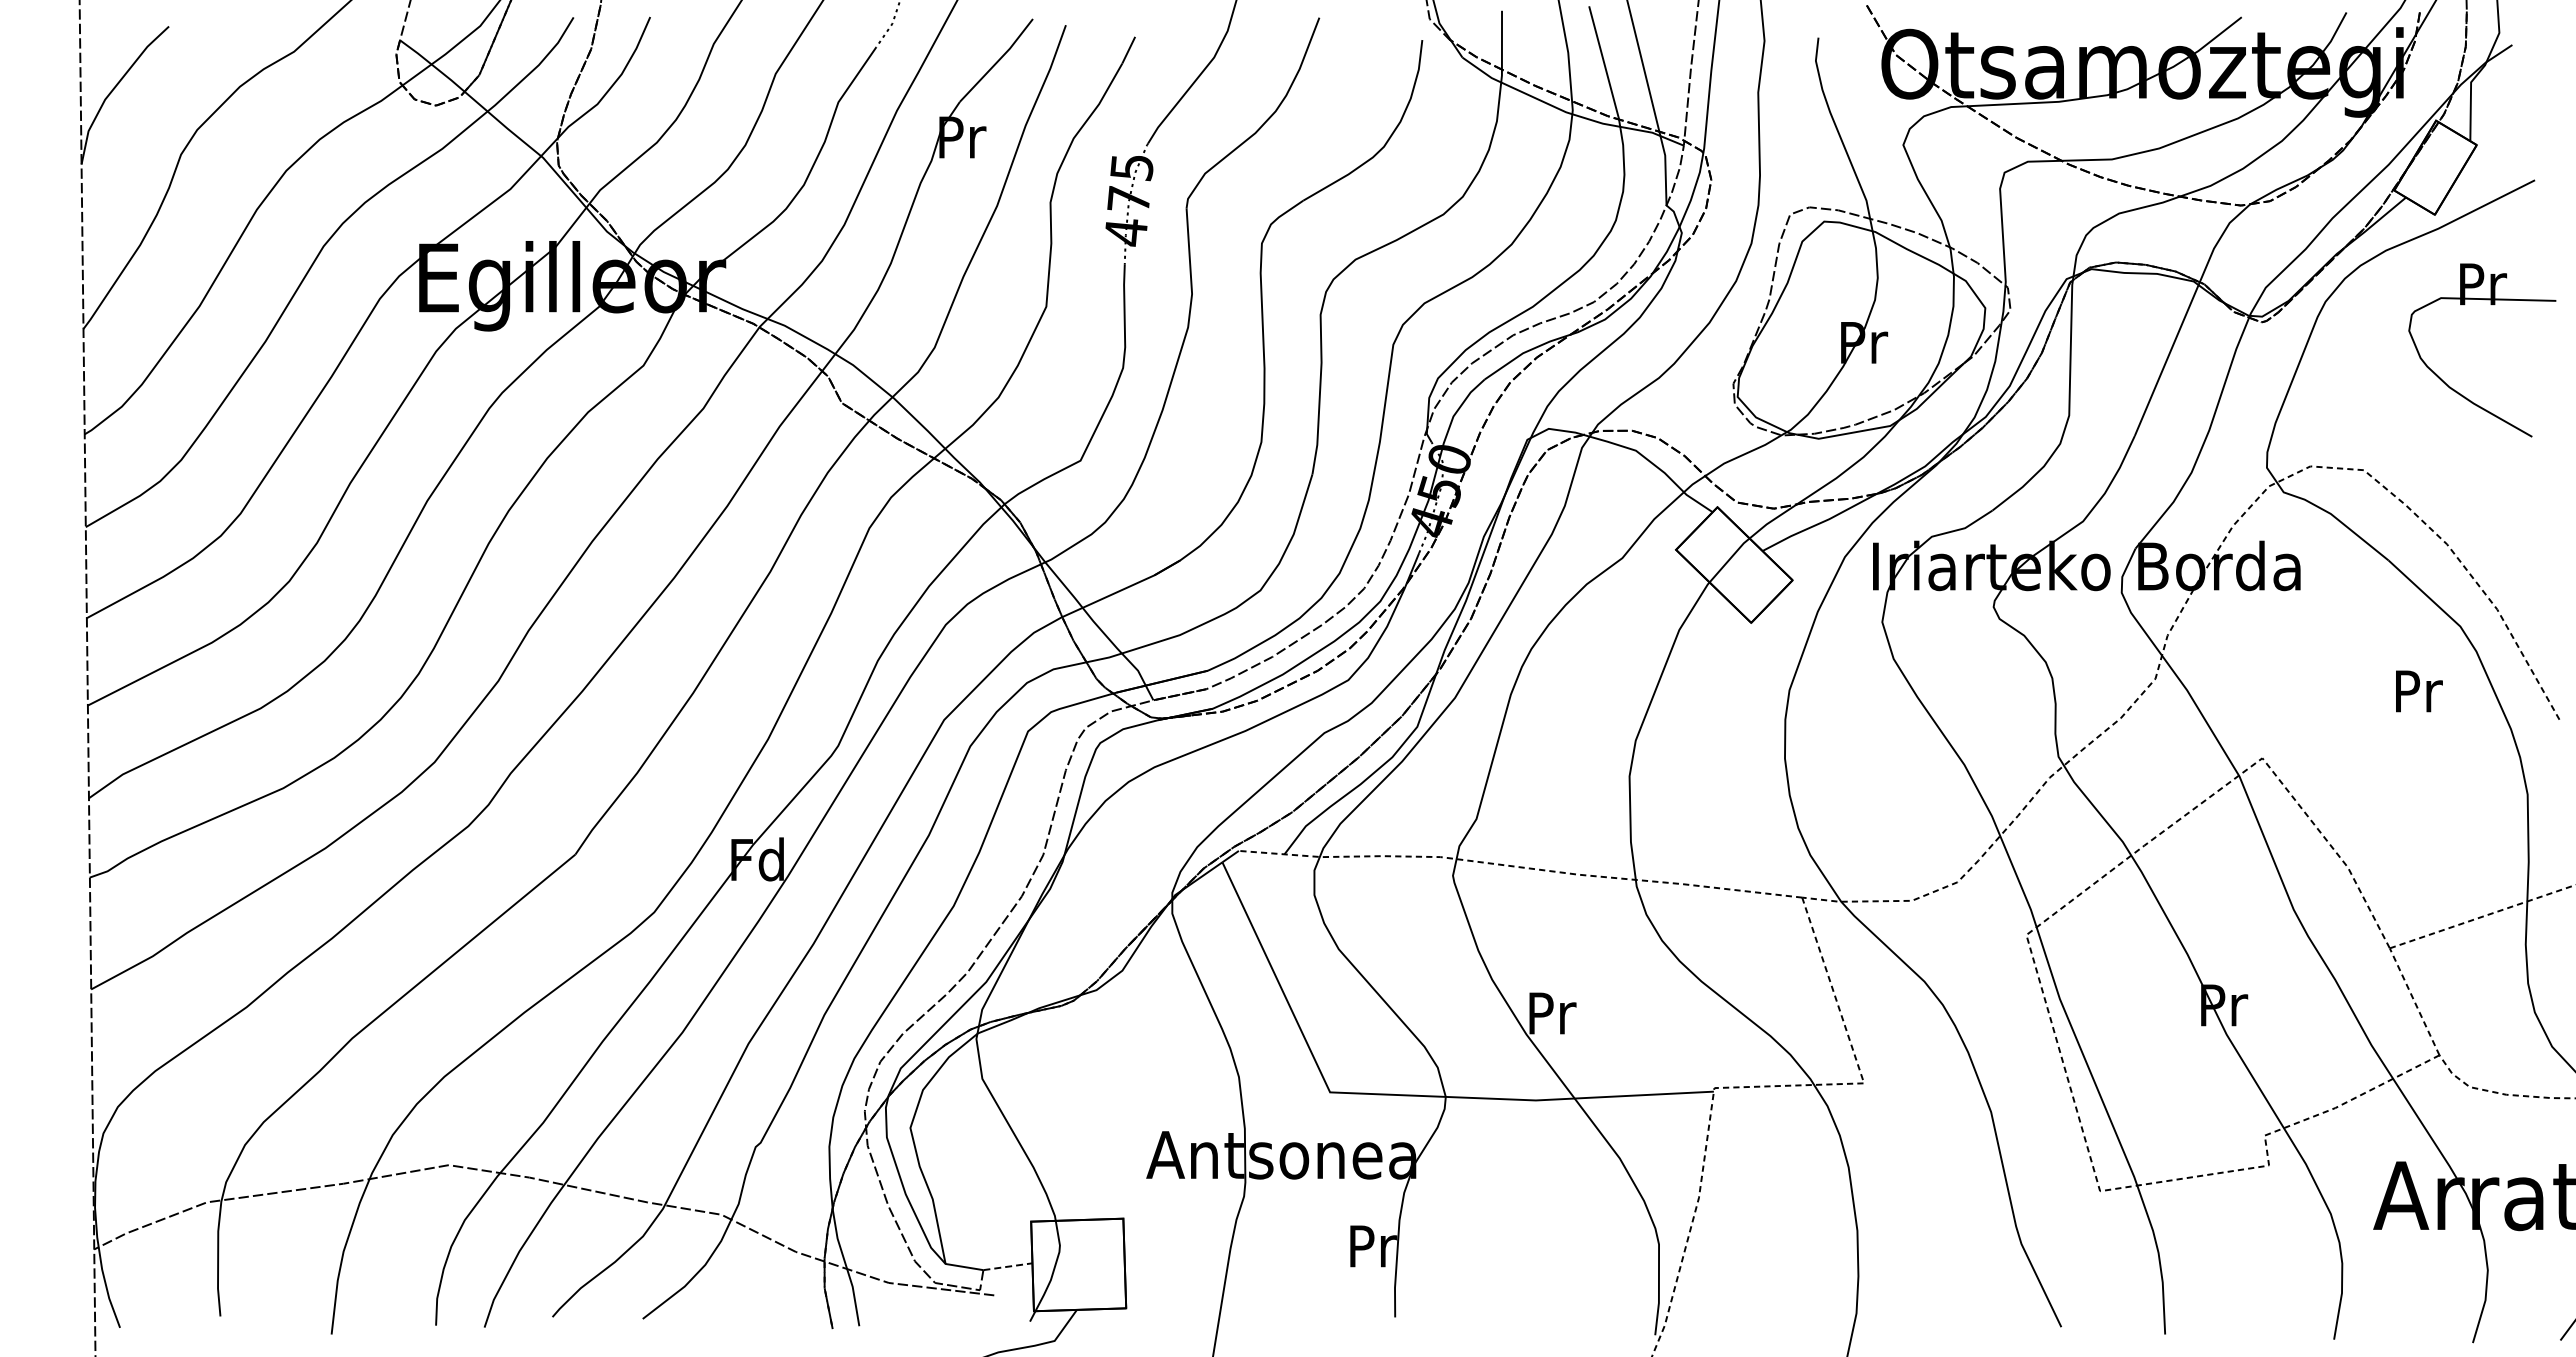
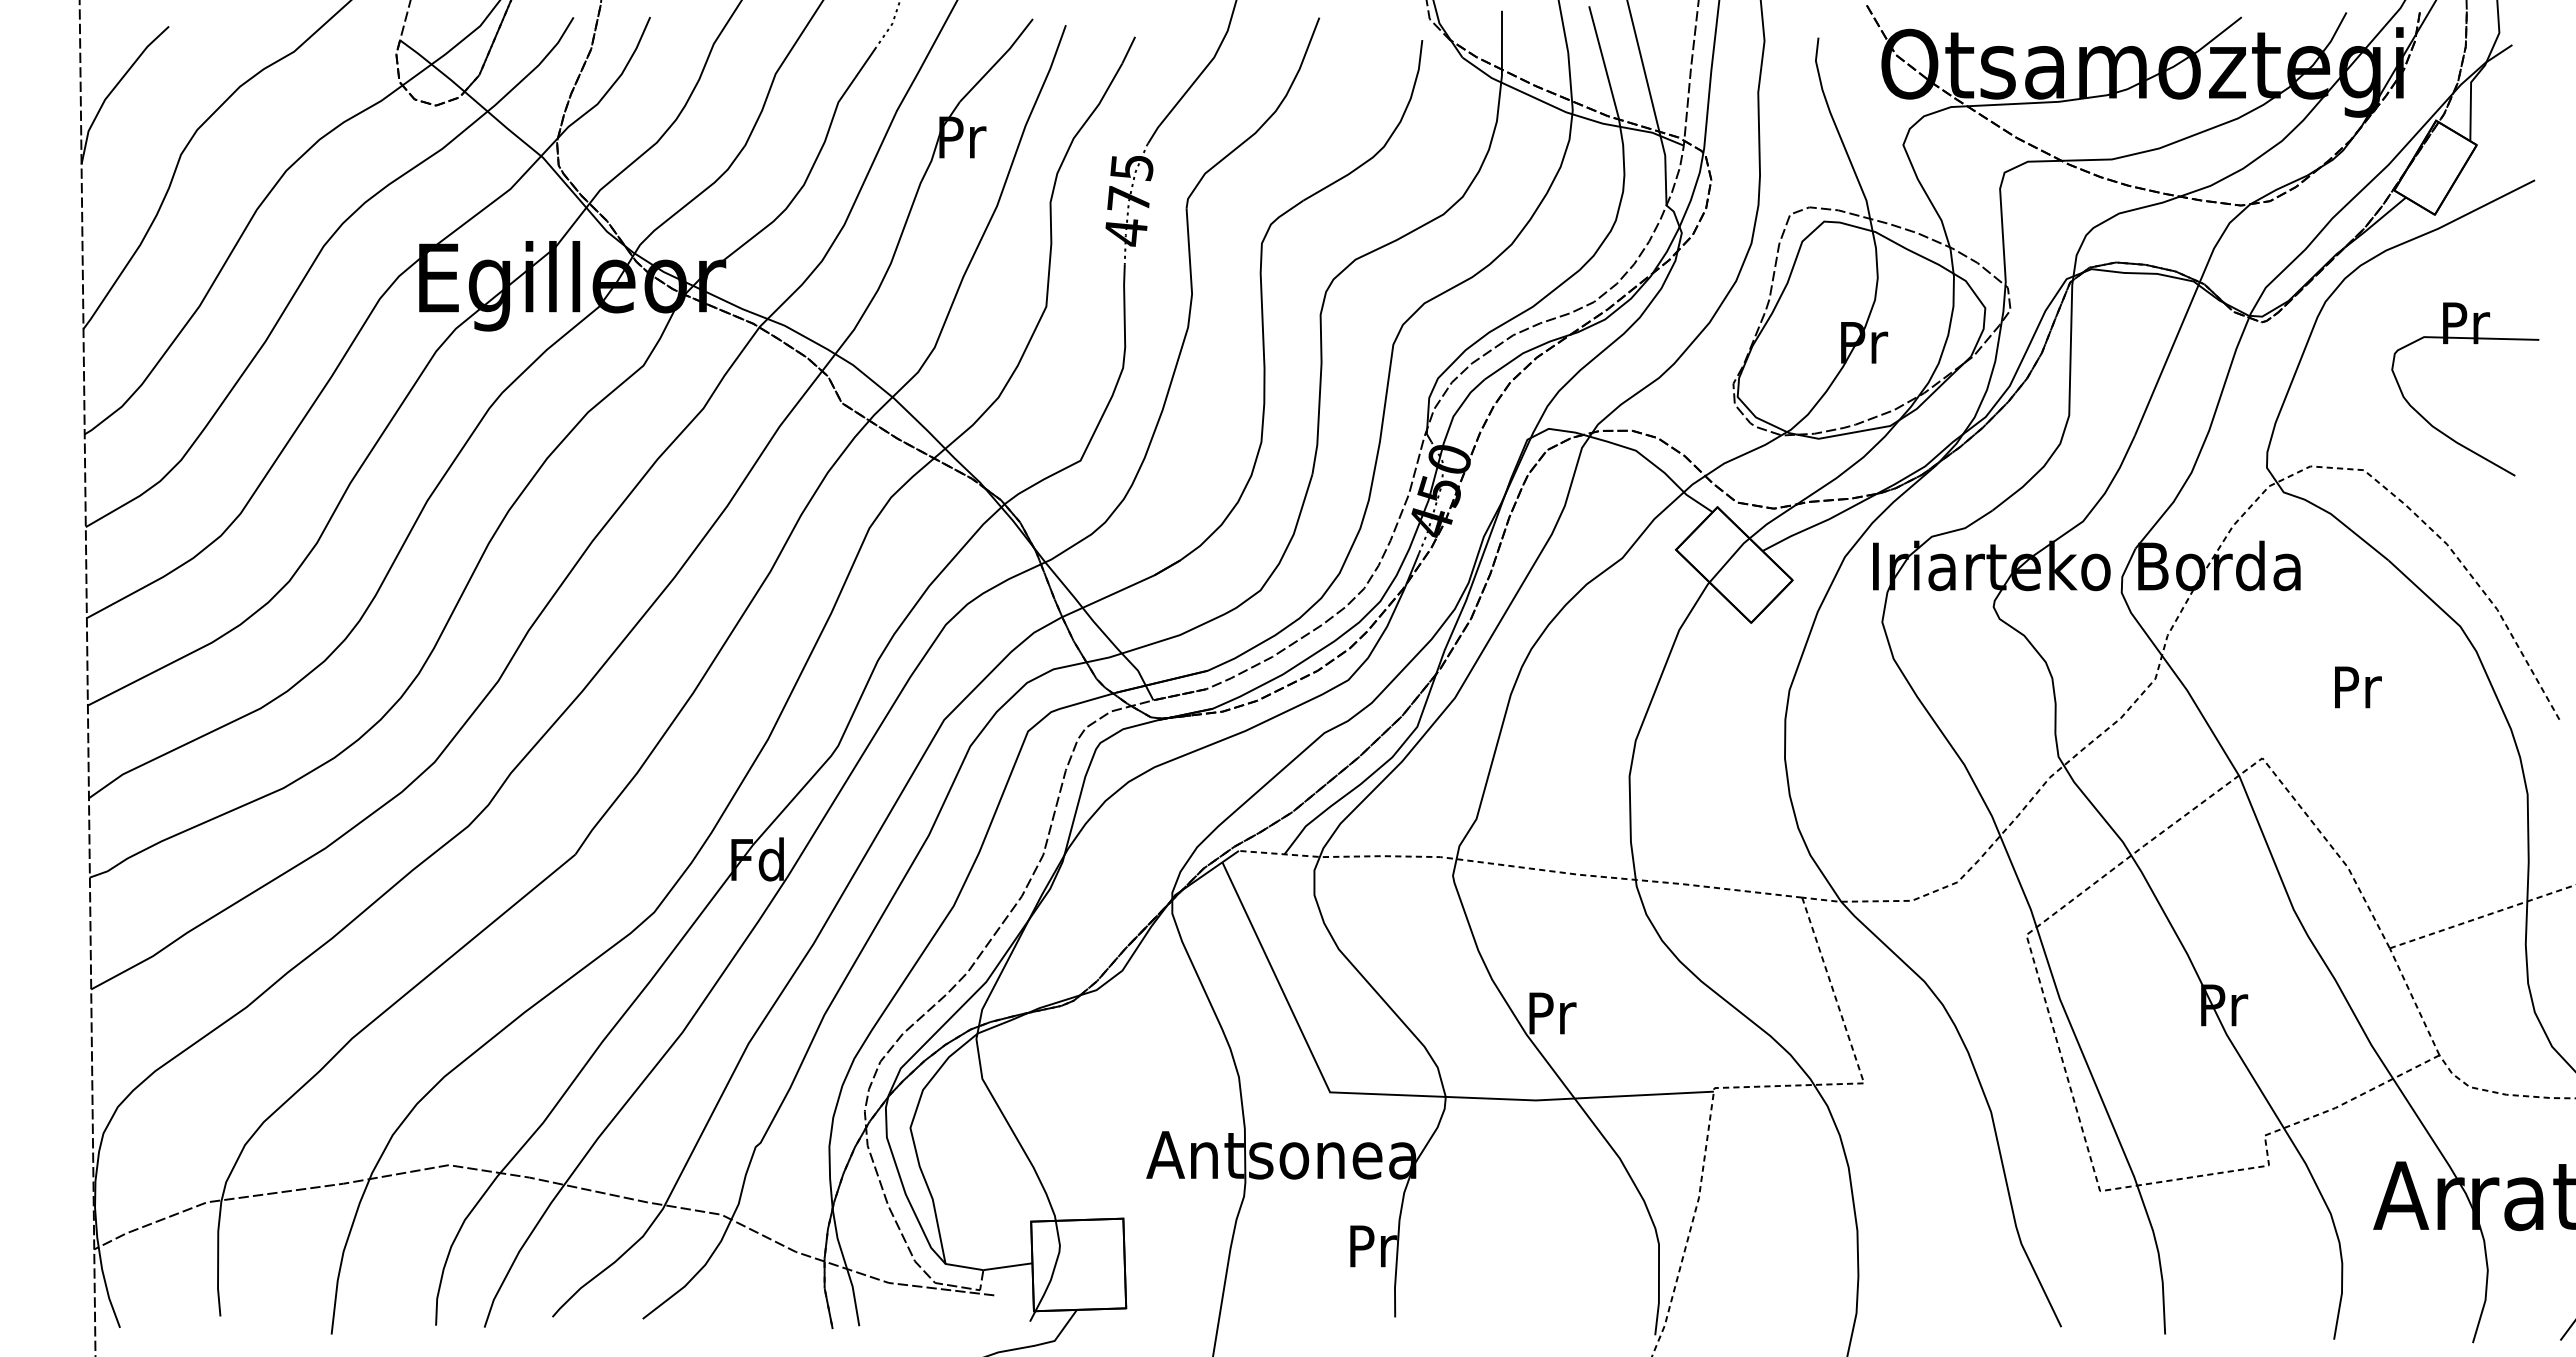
part at (2491, 305) position: (2491, 305) -> (2474, 344)
text at (2419, 691) position: (2419, 691) -> (2358, 687)
line at (1007, 1266): dashed -> solid
